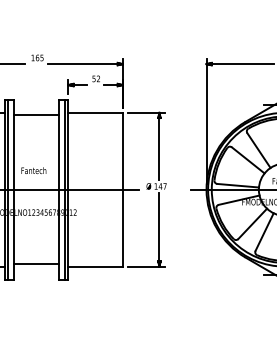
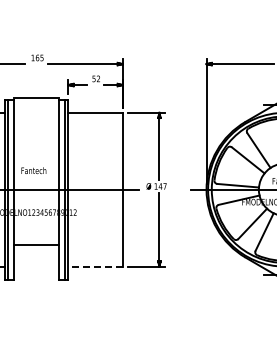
line at (36, 115) position: (36, 115) -> (36, 98)
line at (36, 264) position: (36, 264) -> (36, 245)
line at (95, 266): solid -> dashed
